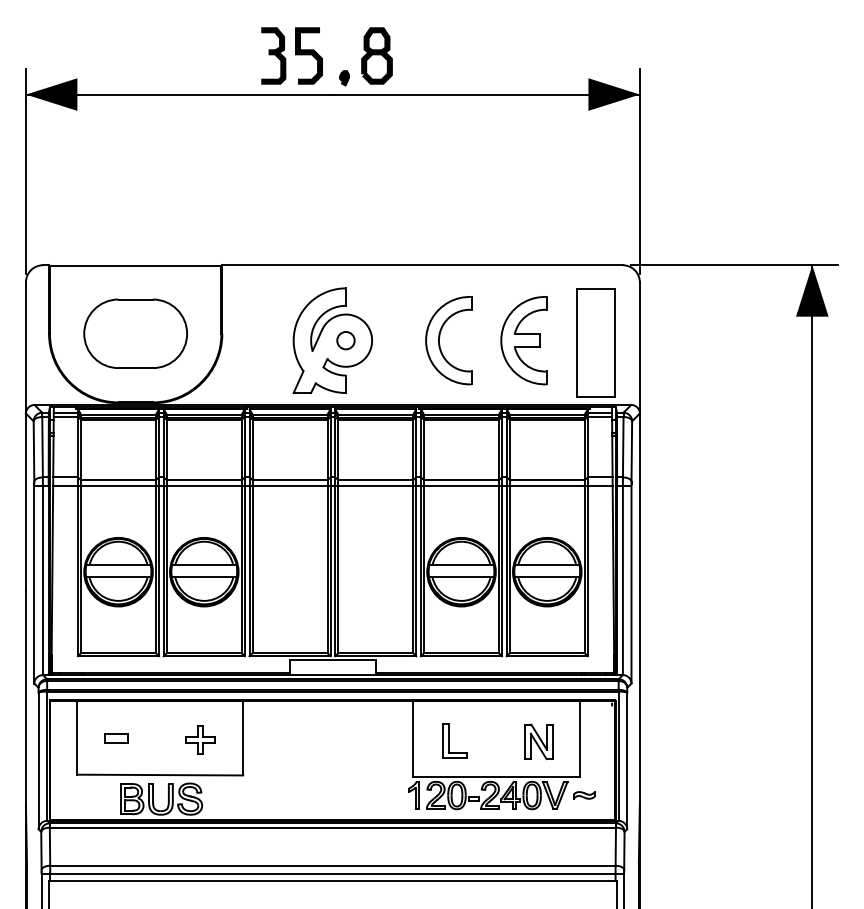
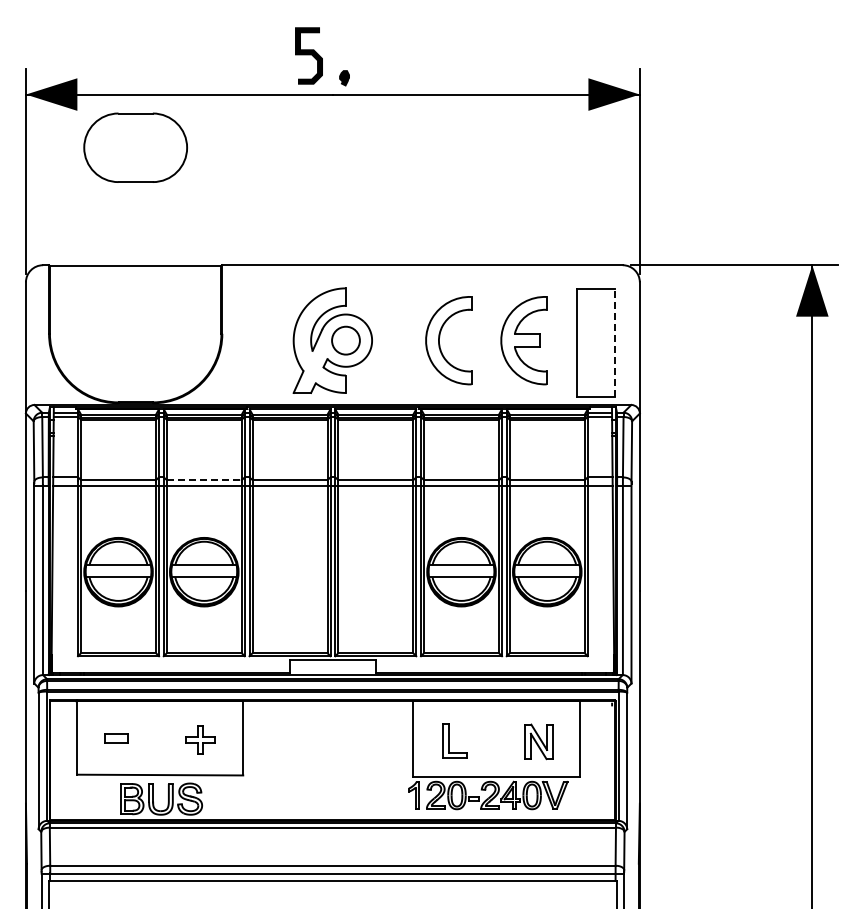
part at (273, 55): present -> none
part at (376, 55): present -> none
part at (135, 333) position: (135, 333) -> (135, 147)
circle at (345, 340) diameter: 17 px -> 28 px
line at (614, 342): solid -> dashed
line at (204, 479): solid -> dashed
part at (584, 795): present -> none
